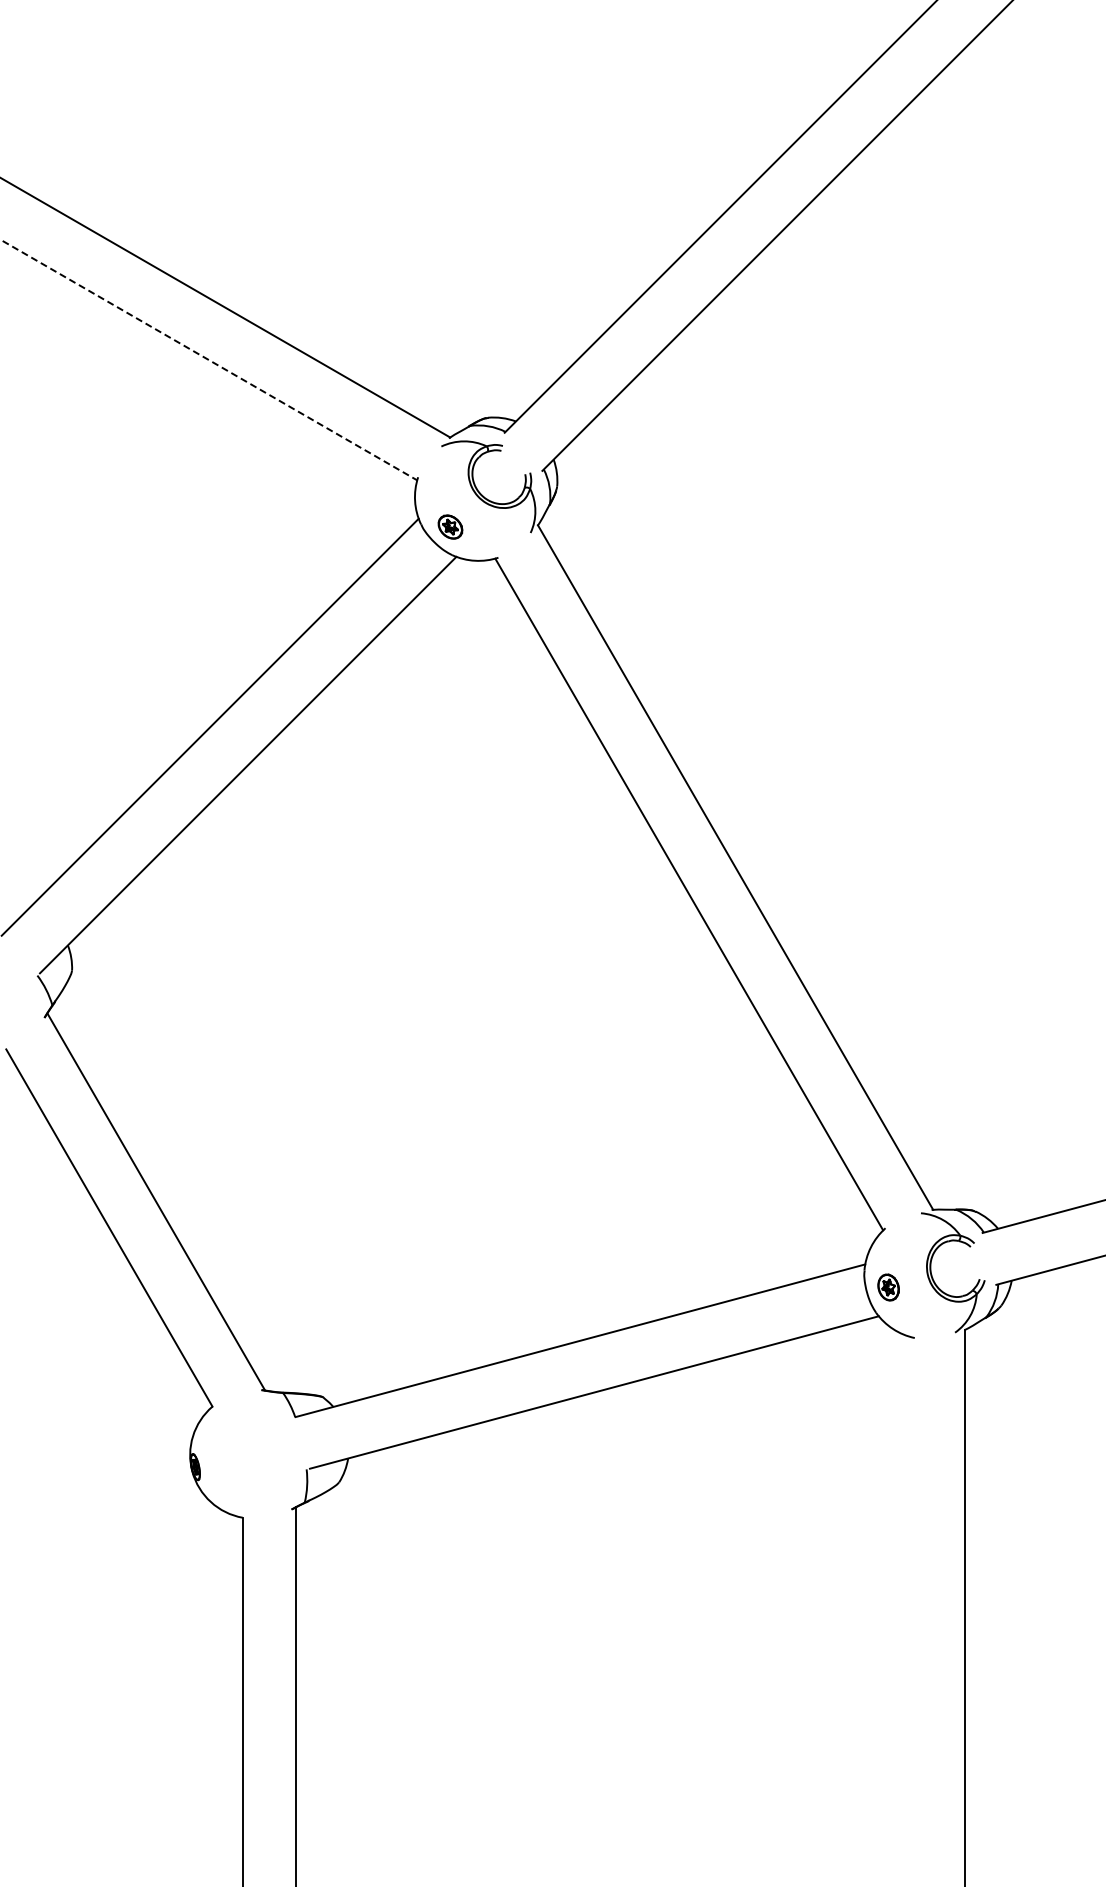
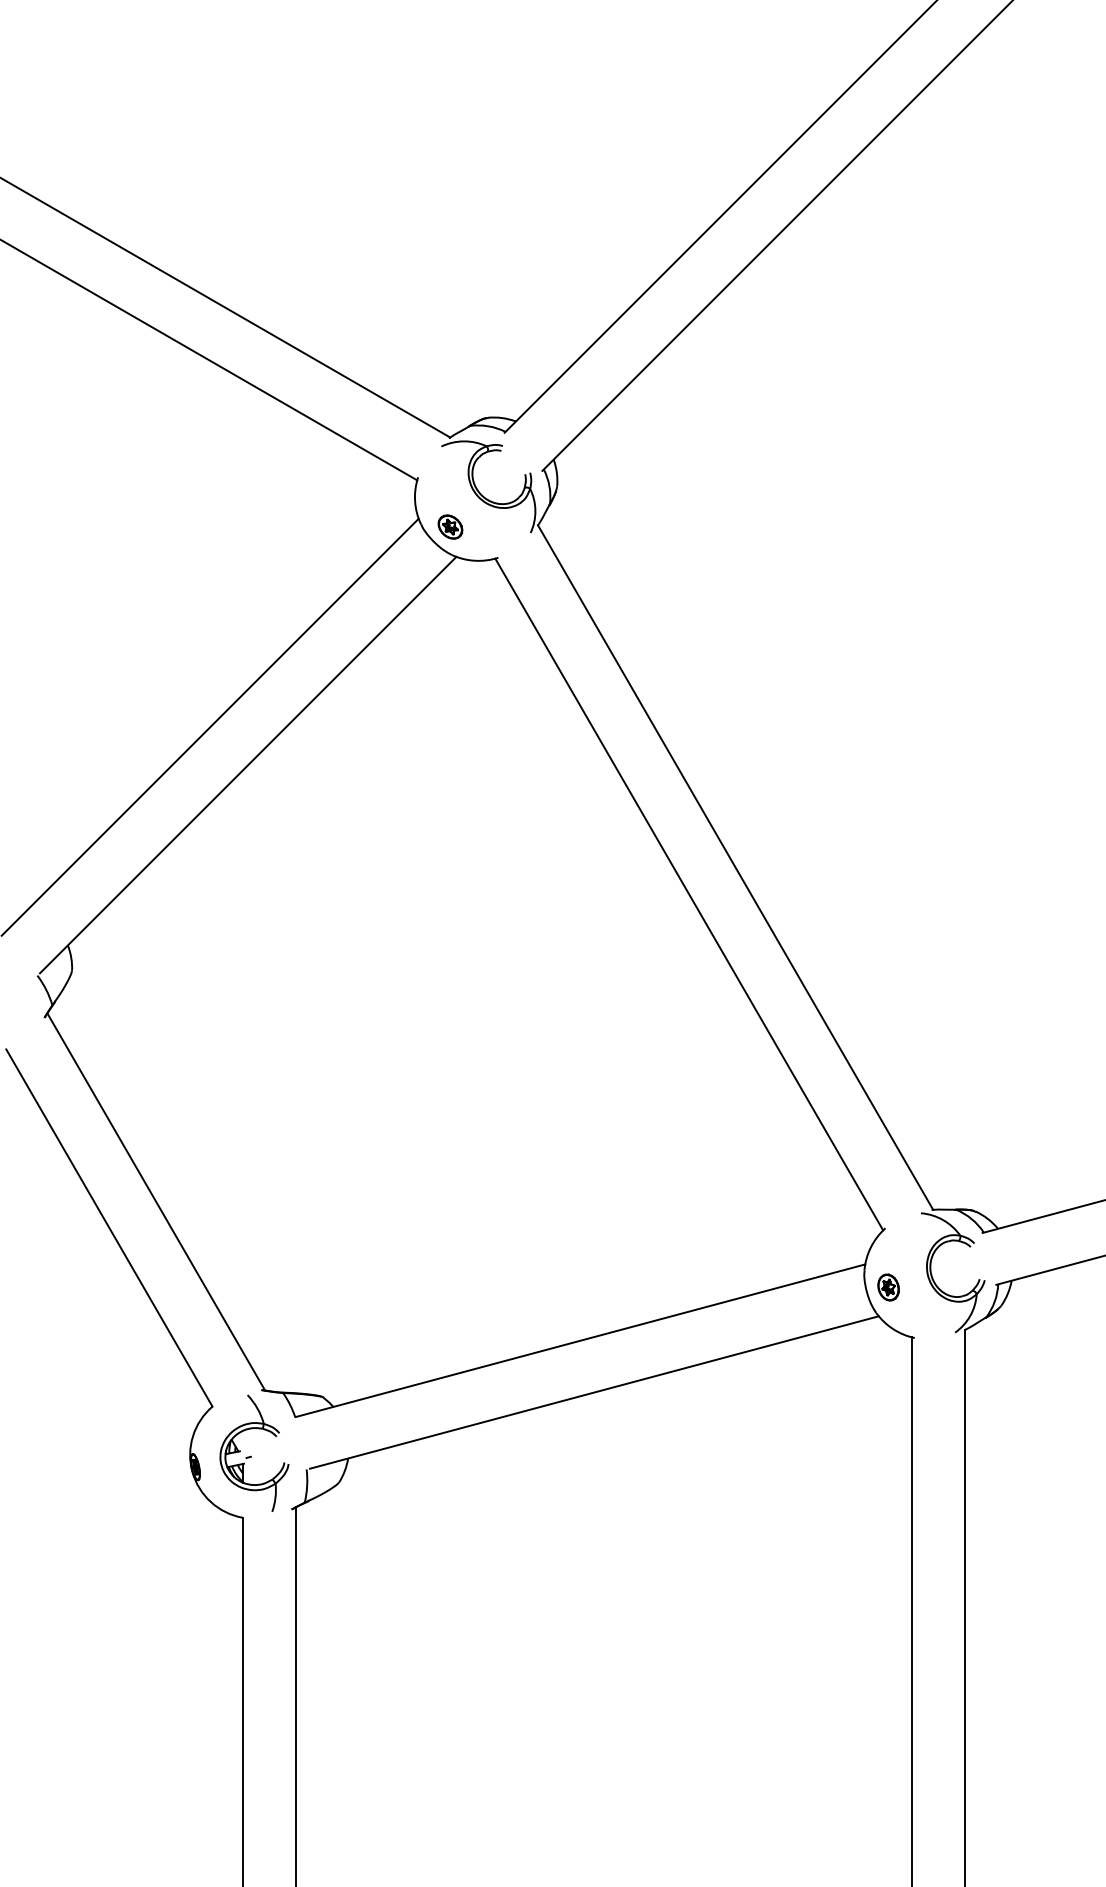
line at (208, 359): dashed -> solid
part at (254, 1452): none -> present
line at (911, 1610): none -> present
